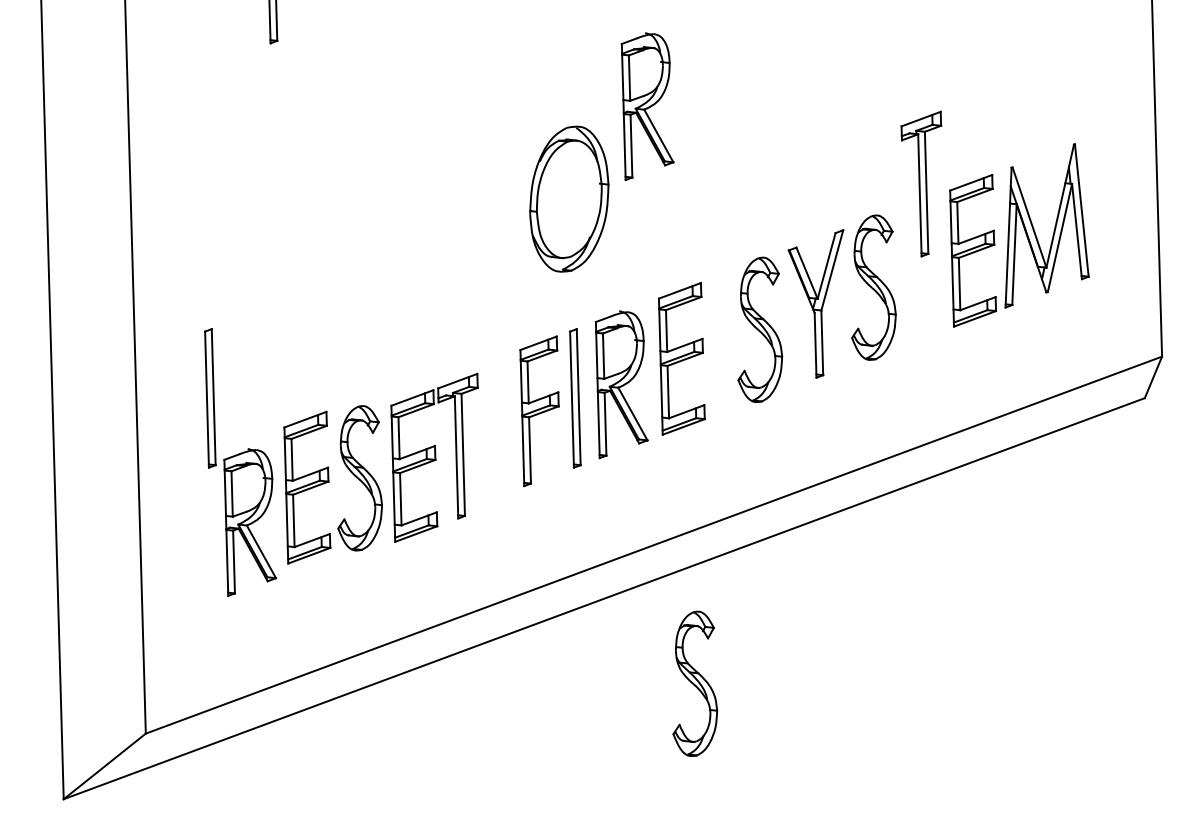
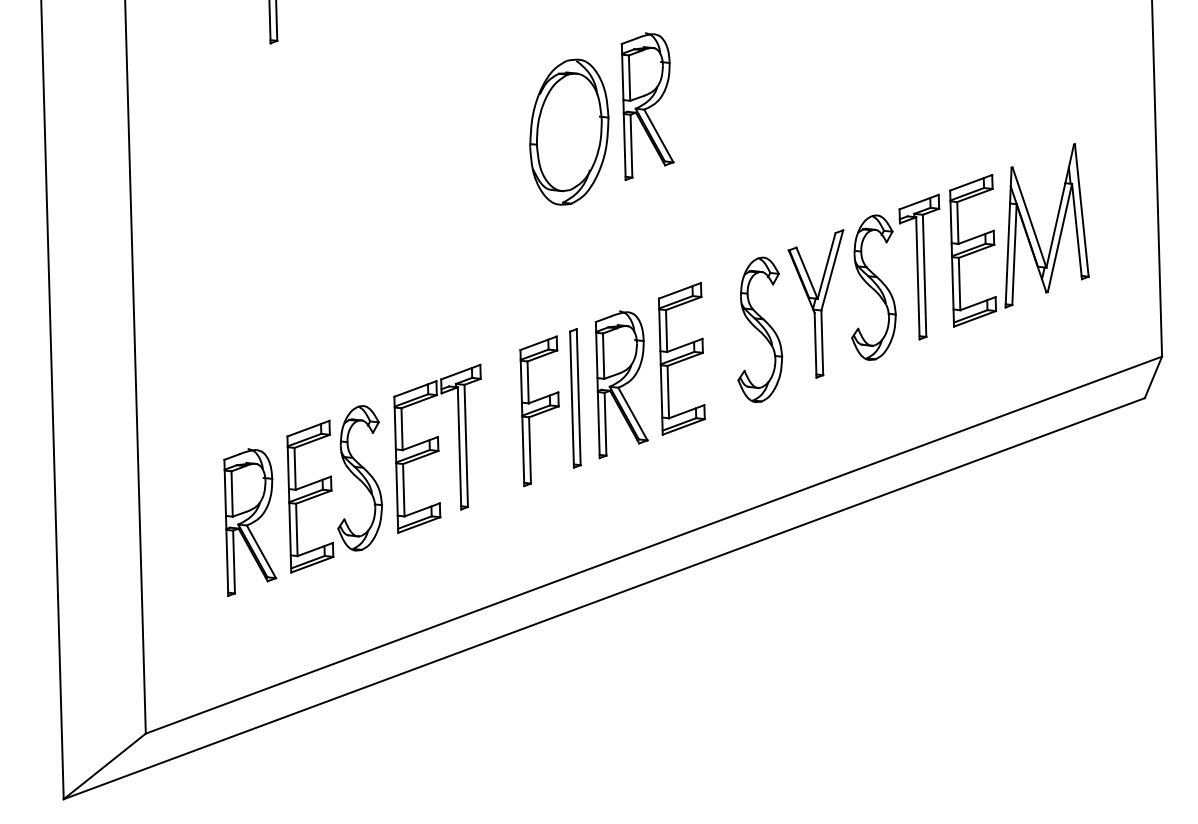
part at (921, 183) position: (921, 183) -> (919, 266)
part at (569, 198) position: (569, 198) -> (569, 131)
part at (210, 398): present -> none
part at (434, 457) position: (434, 457) -> (437, 448)
part at (307, 487) position: (307, 487) -> (310, 496)
part at (695, 683): present -> none
